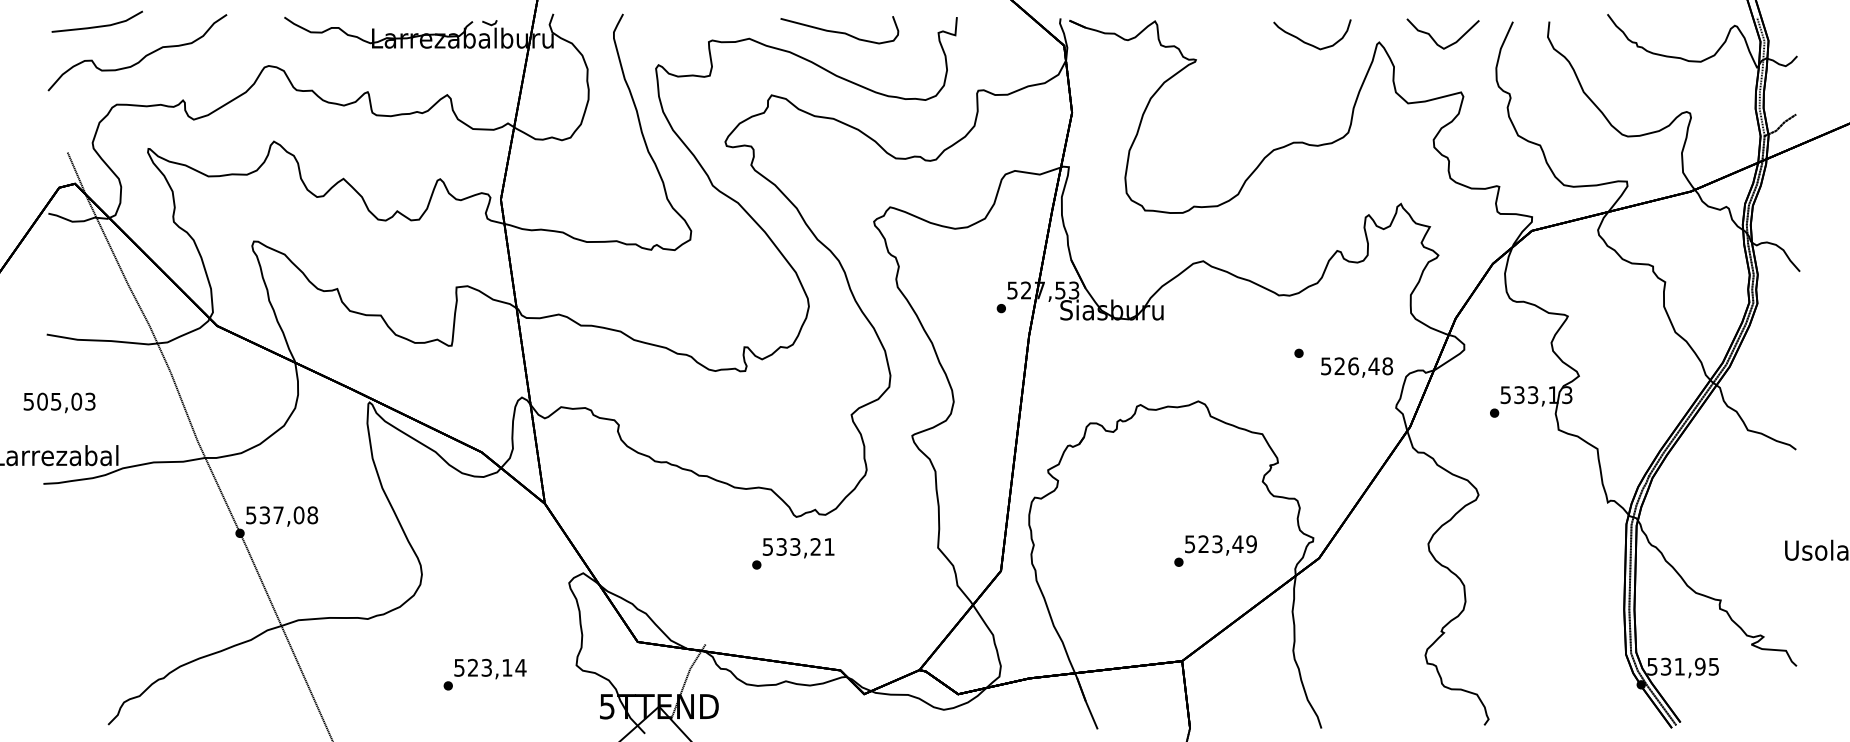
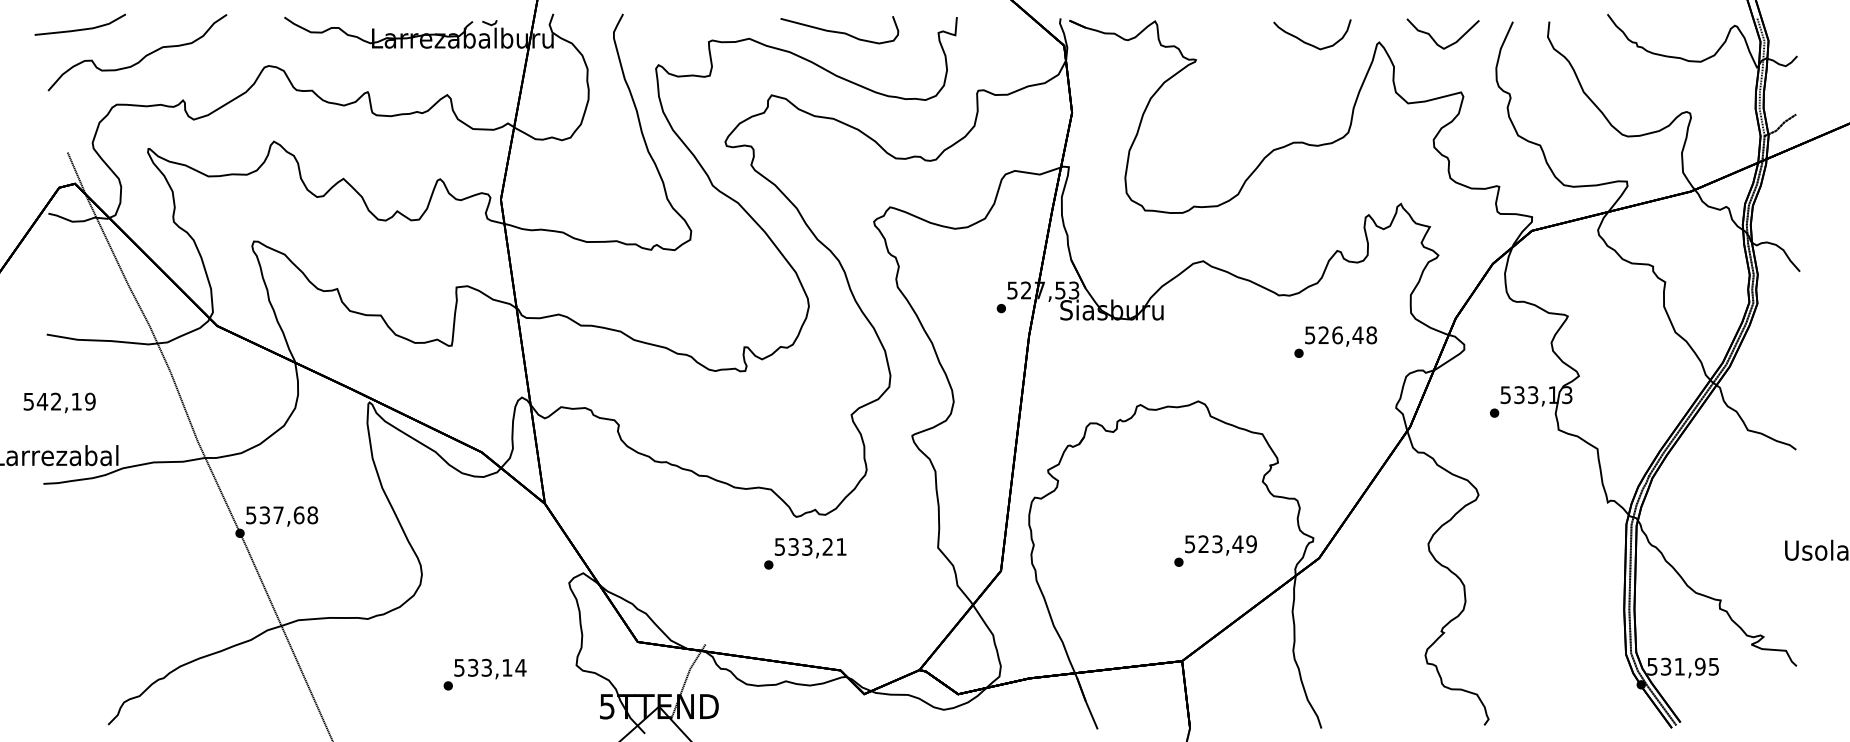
part at (96, 21) position: (96, 21) -> (79, 24)
text at (1357, 367) position: (1357, 367) -> (1341, 336)
text at (65, 401): 505,03 -> 542,19
text at (298, 515): 537,08 -> 537,68
text at (793, 553) position: (793, 553) -> (805, 553)
text at (473, 667): 523,14 -> 533,14
